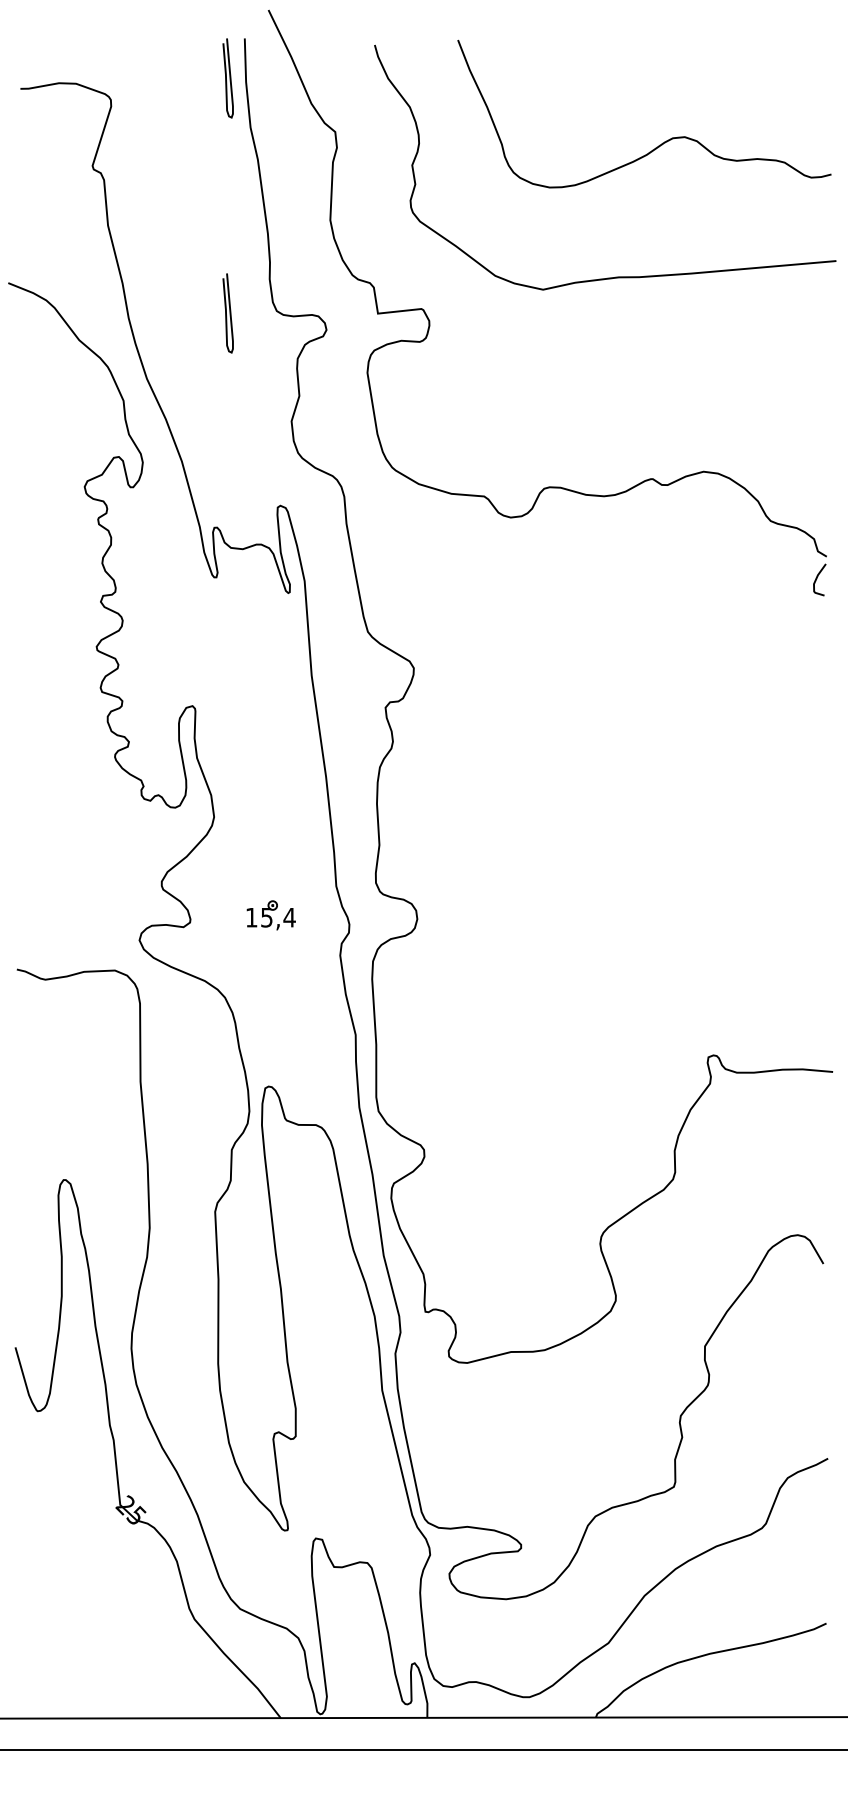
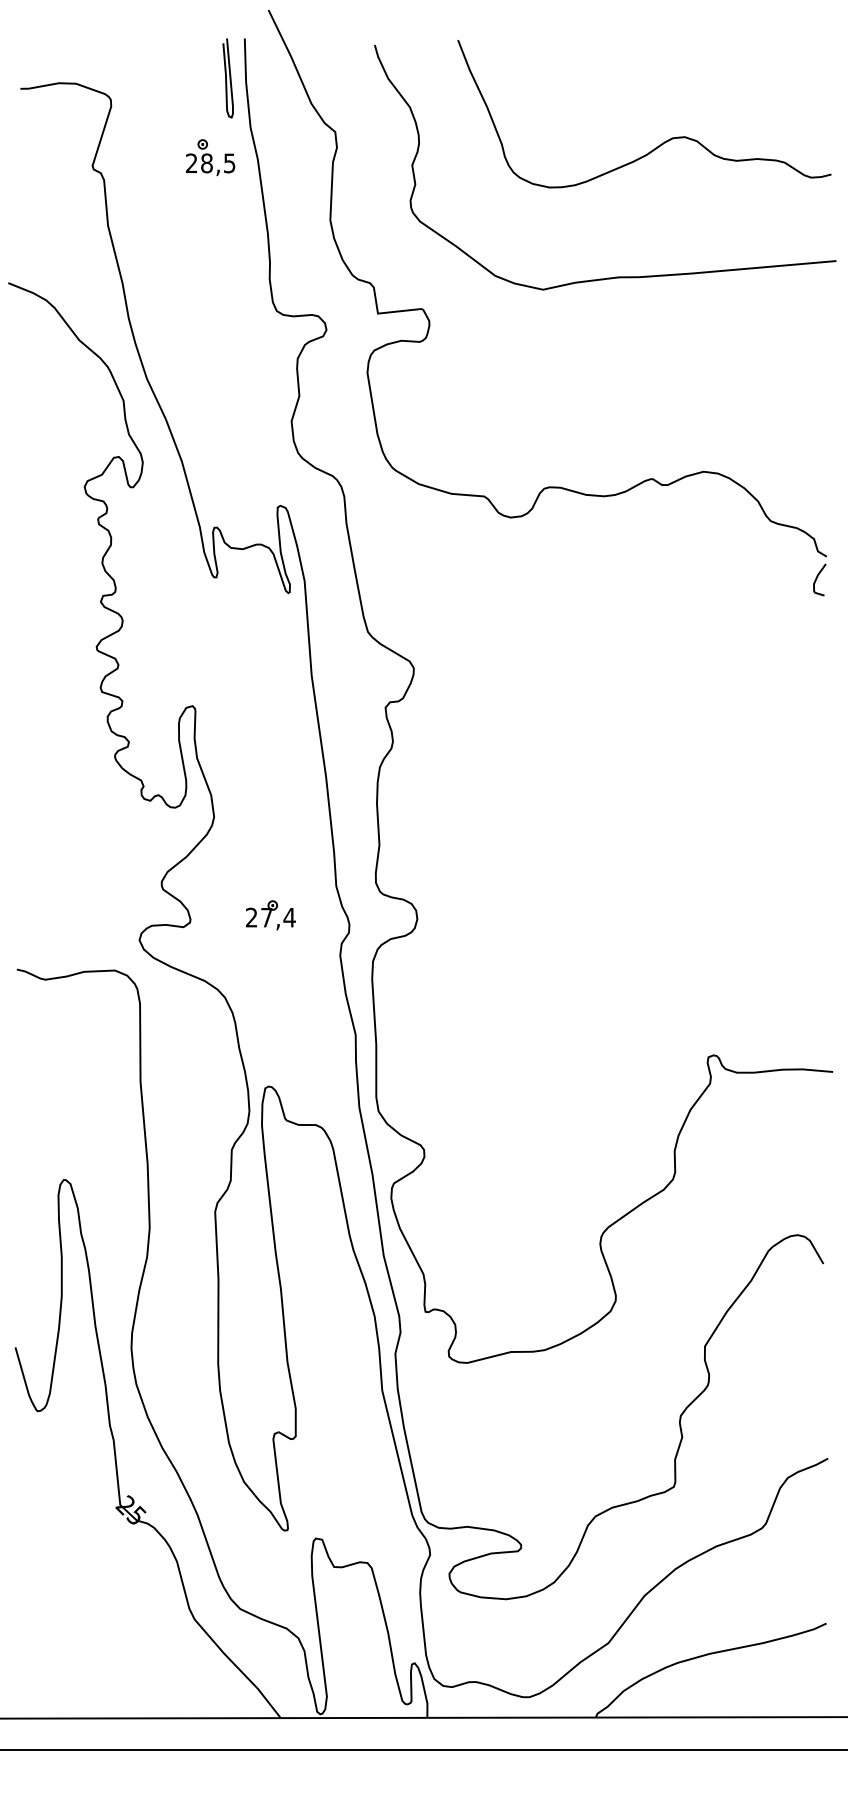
part at (210, 157): none -> present
curve at (226, 313): present -> none
text at (259, 917): 15,4 -> 27,4
